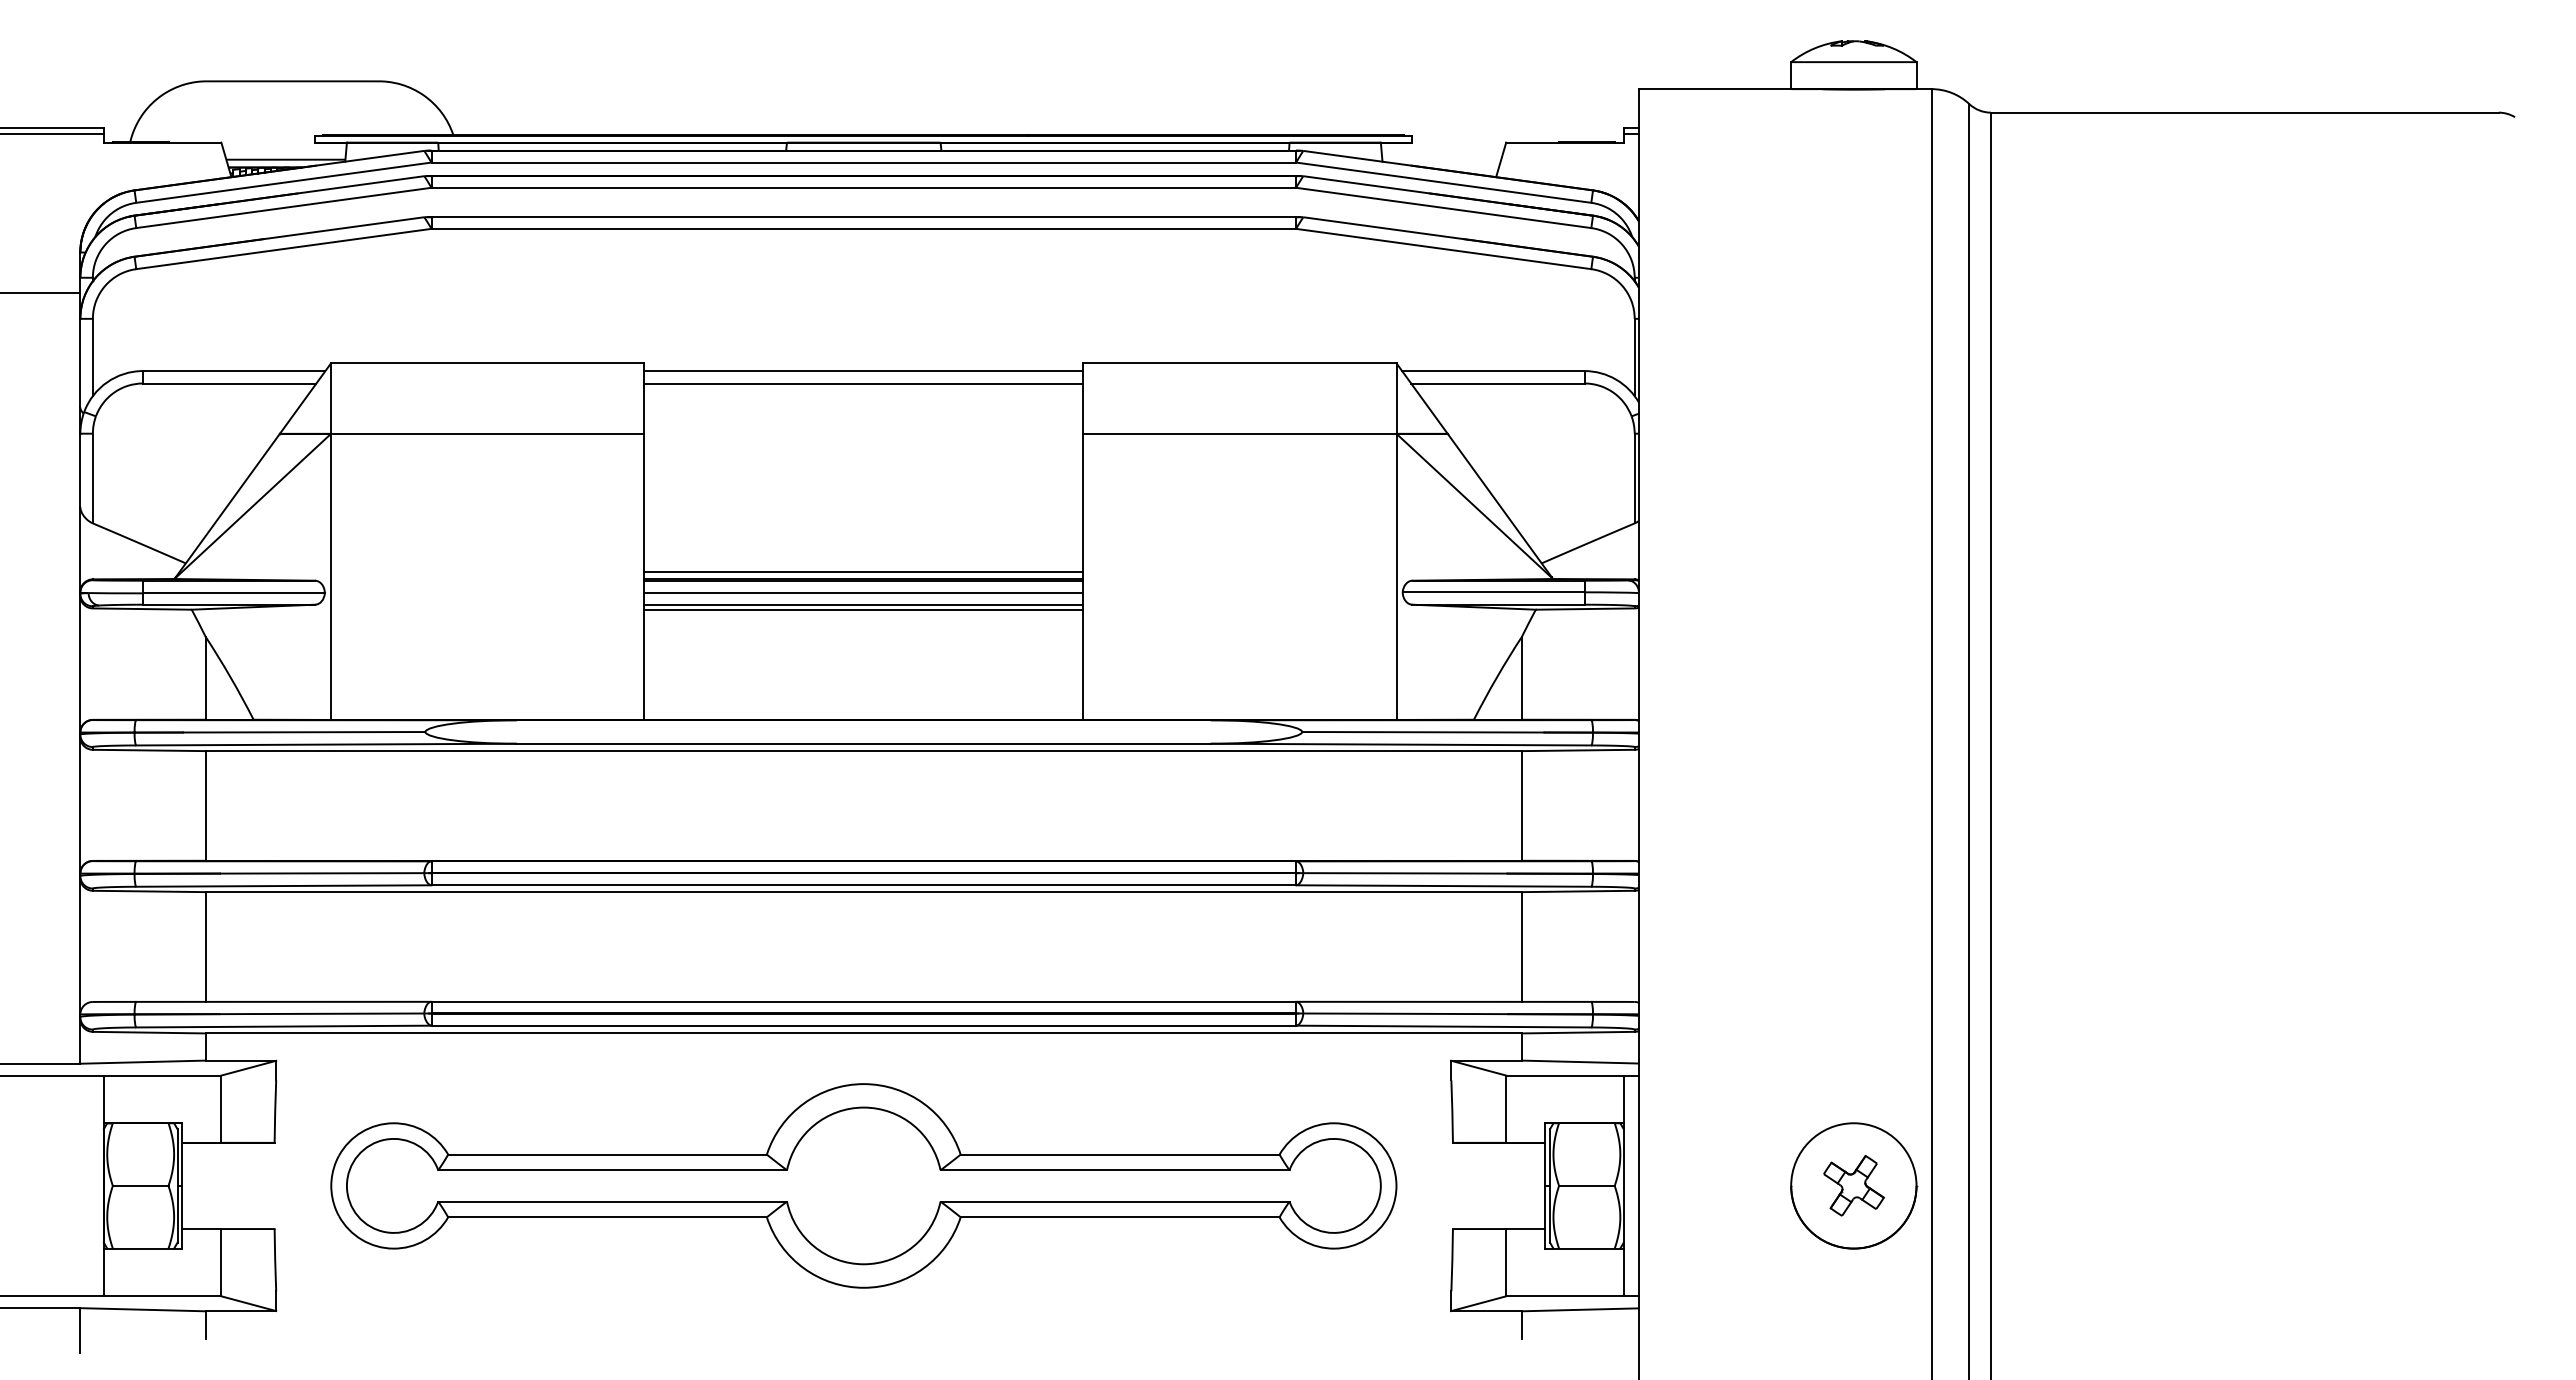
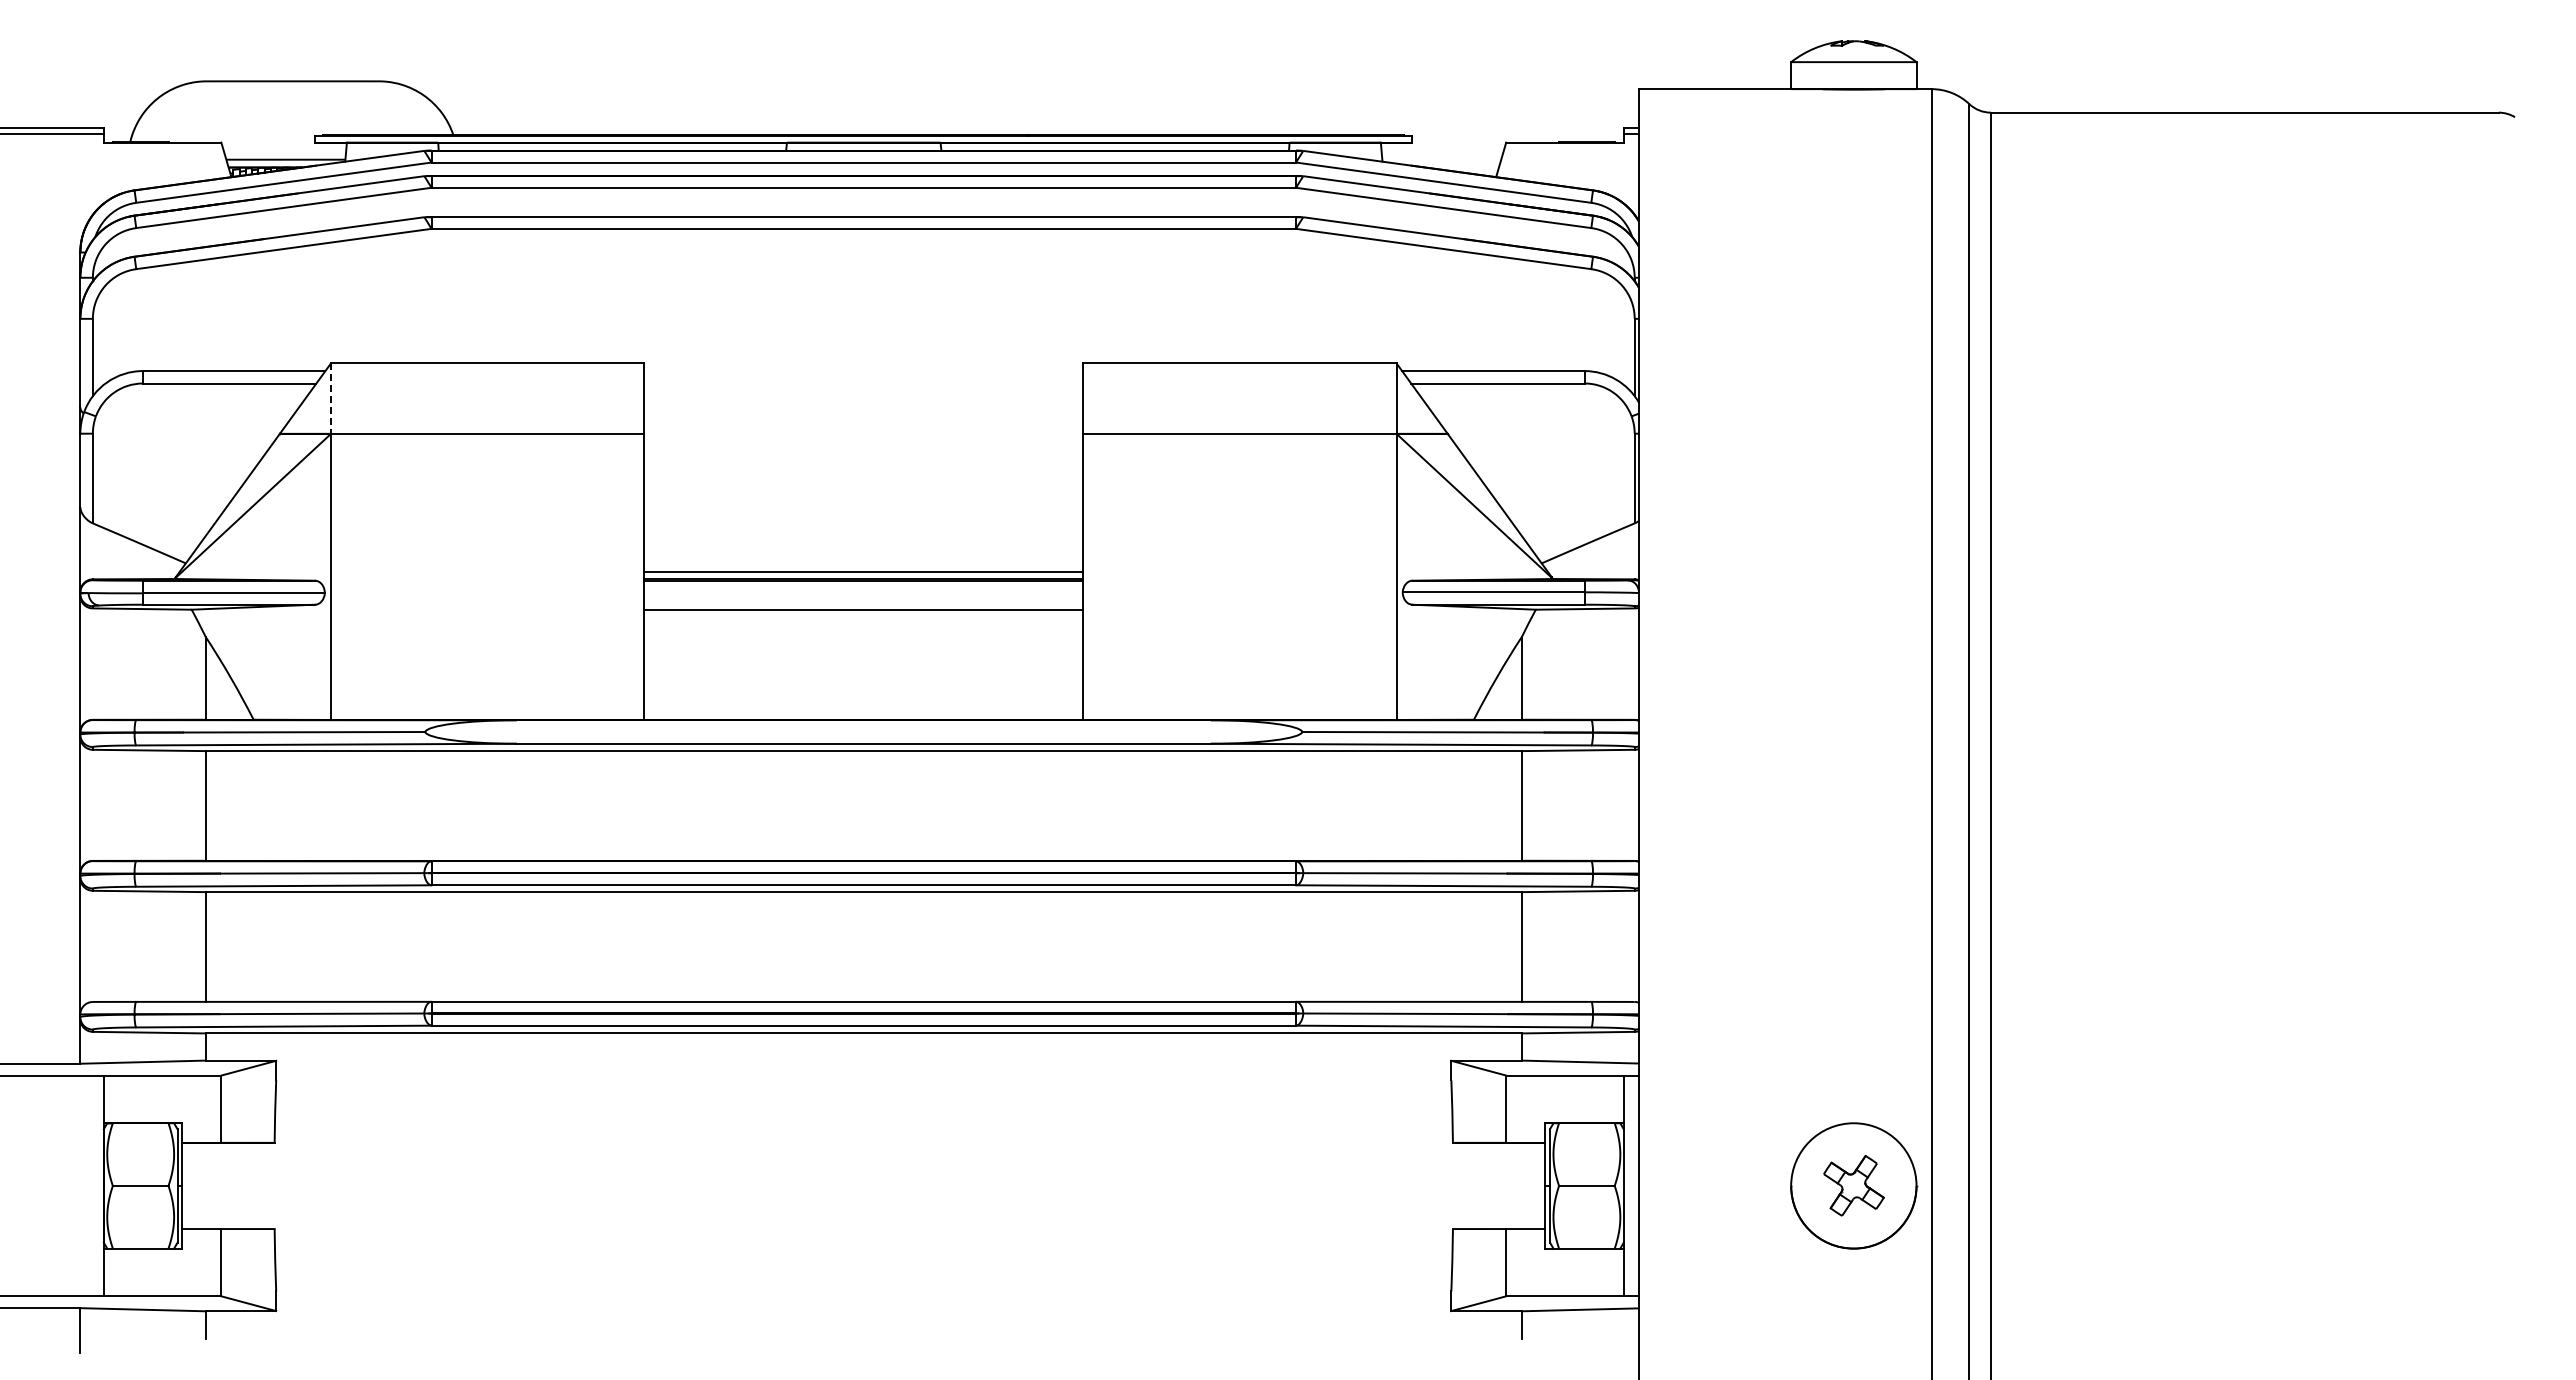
line at (41, 293): present -> none
line at (863, 371): present -> none
line at (863, 383): present -> none
line at (331, 399): solid -> dashed
line at (863, 593): present -> none
line at (863, 604): present -> none
part at (863, 1185): present -> none
